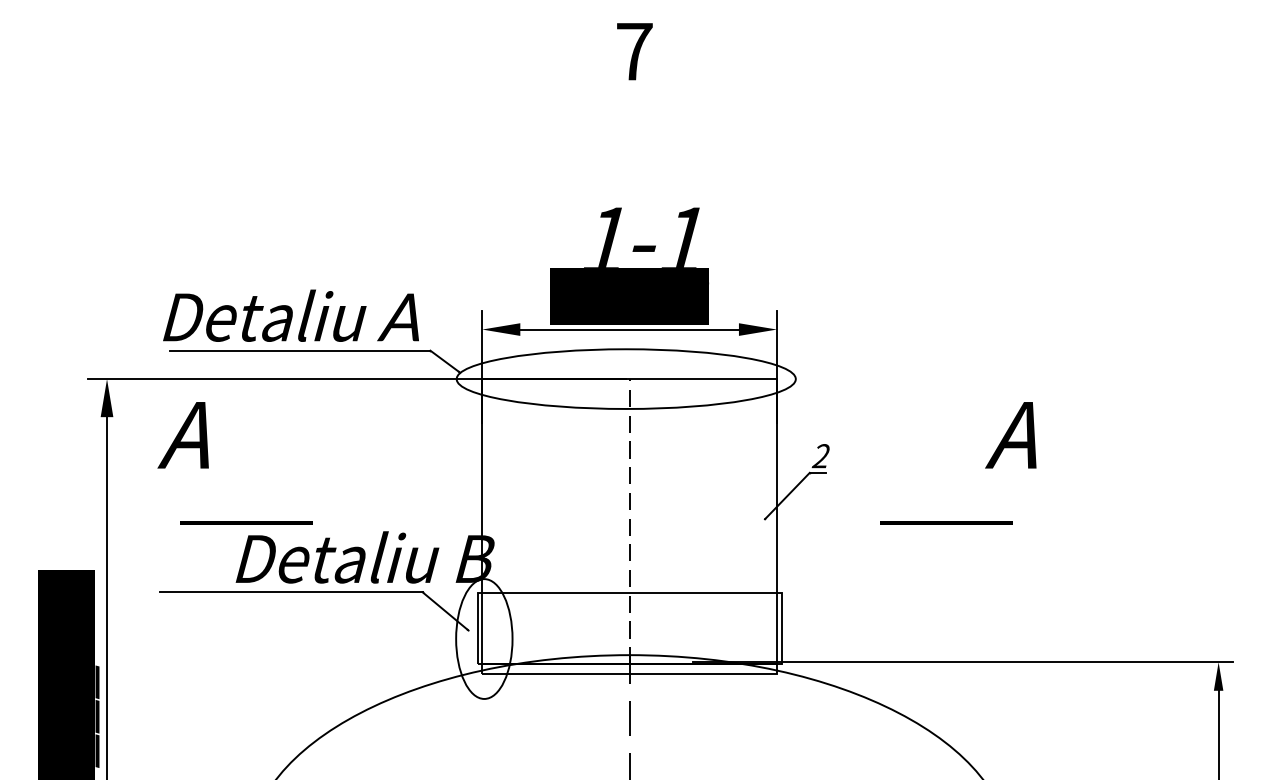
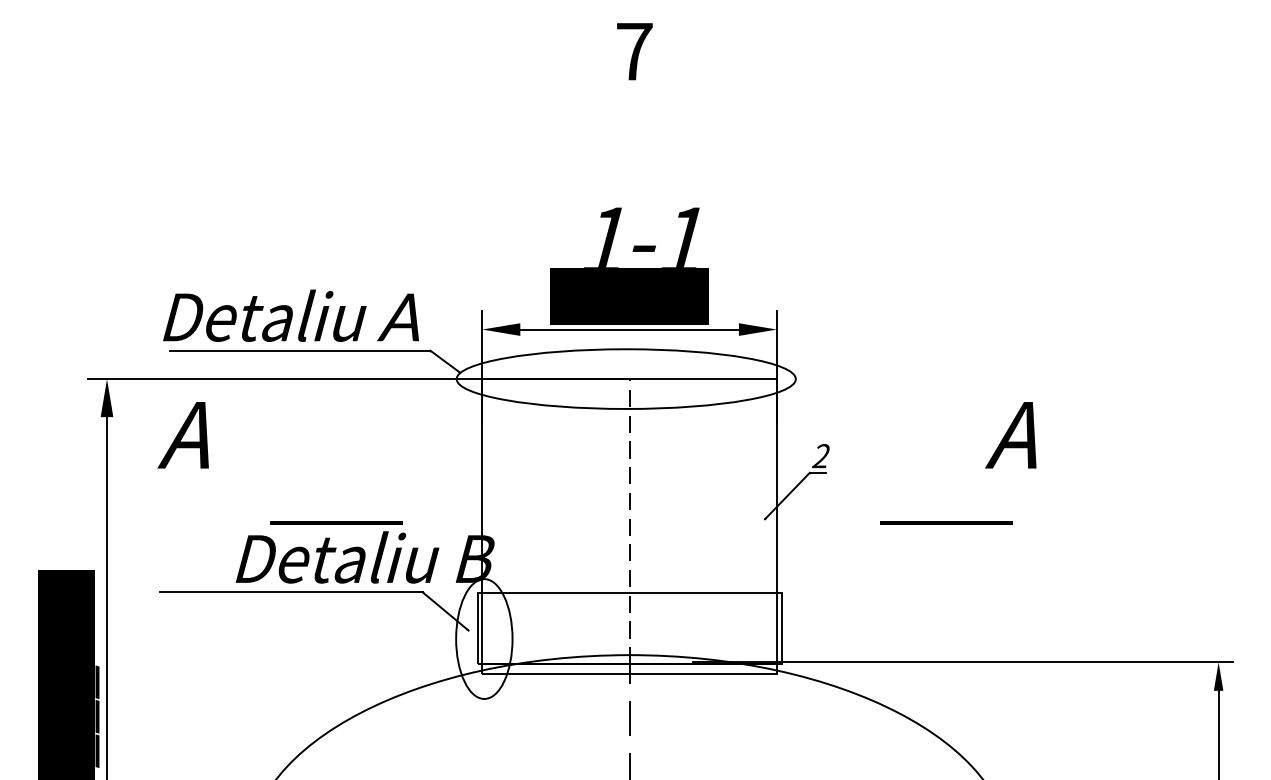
line at (246, 522) position: (246, 522) -> (336, 522)
